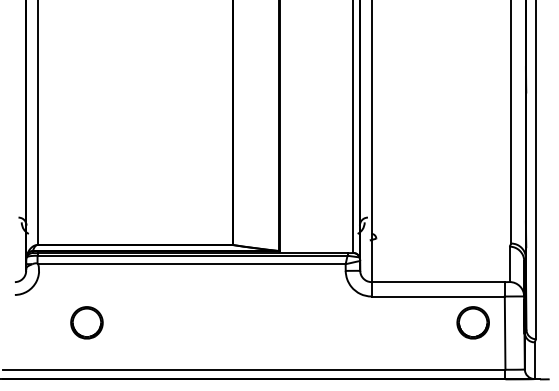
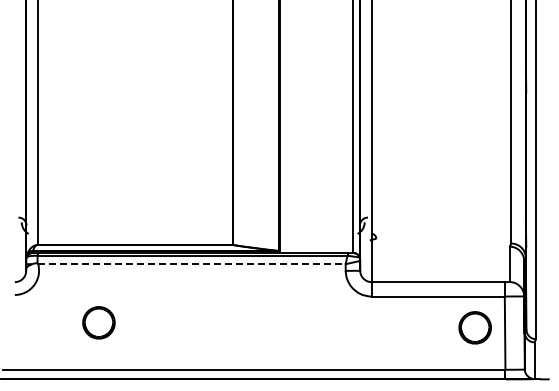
line at (191, 264): solid -> dashed
part at (86, 322) position: (86, 322) -> (98, 322)
part at (472, 322) position: (472, 322) -> (474, 327)
